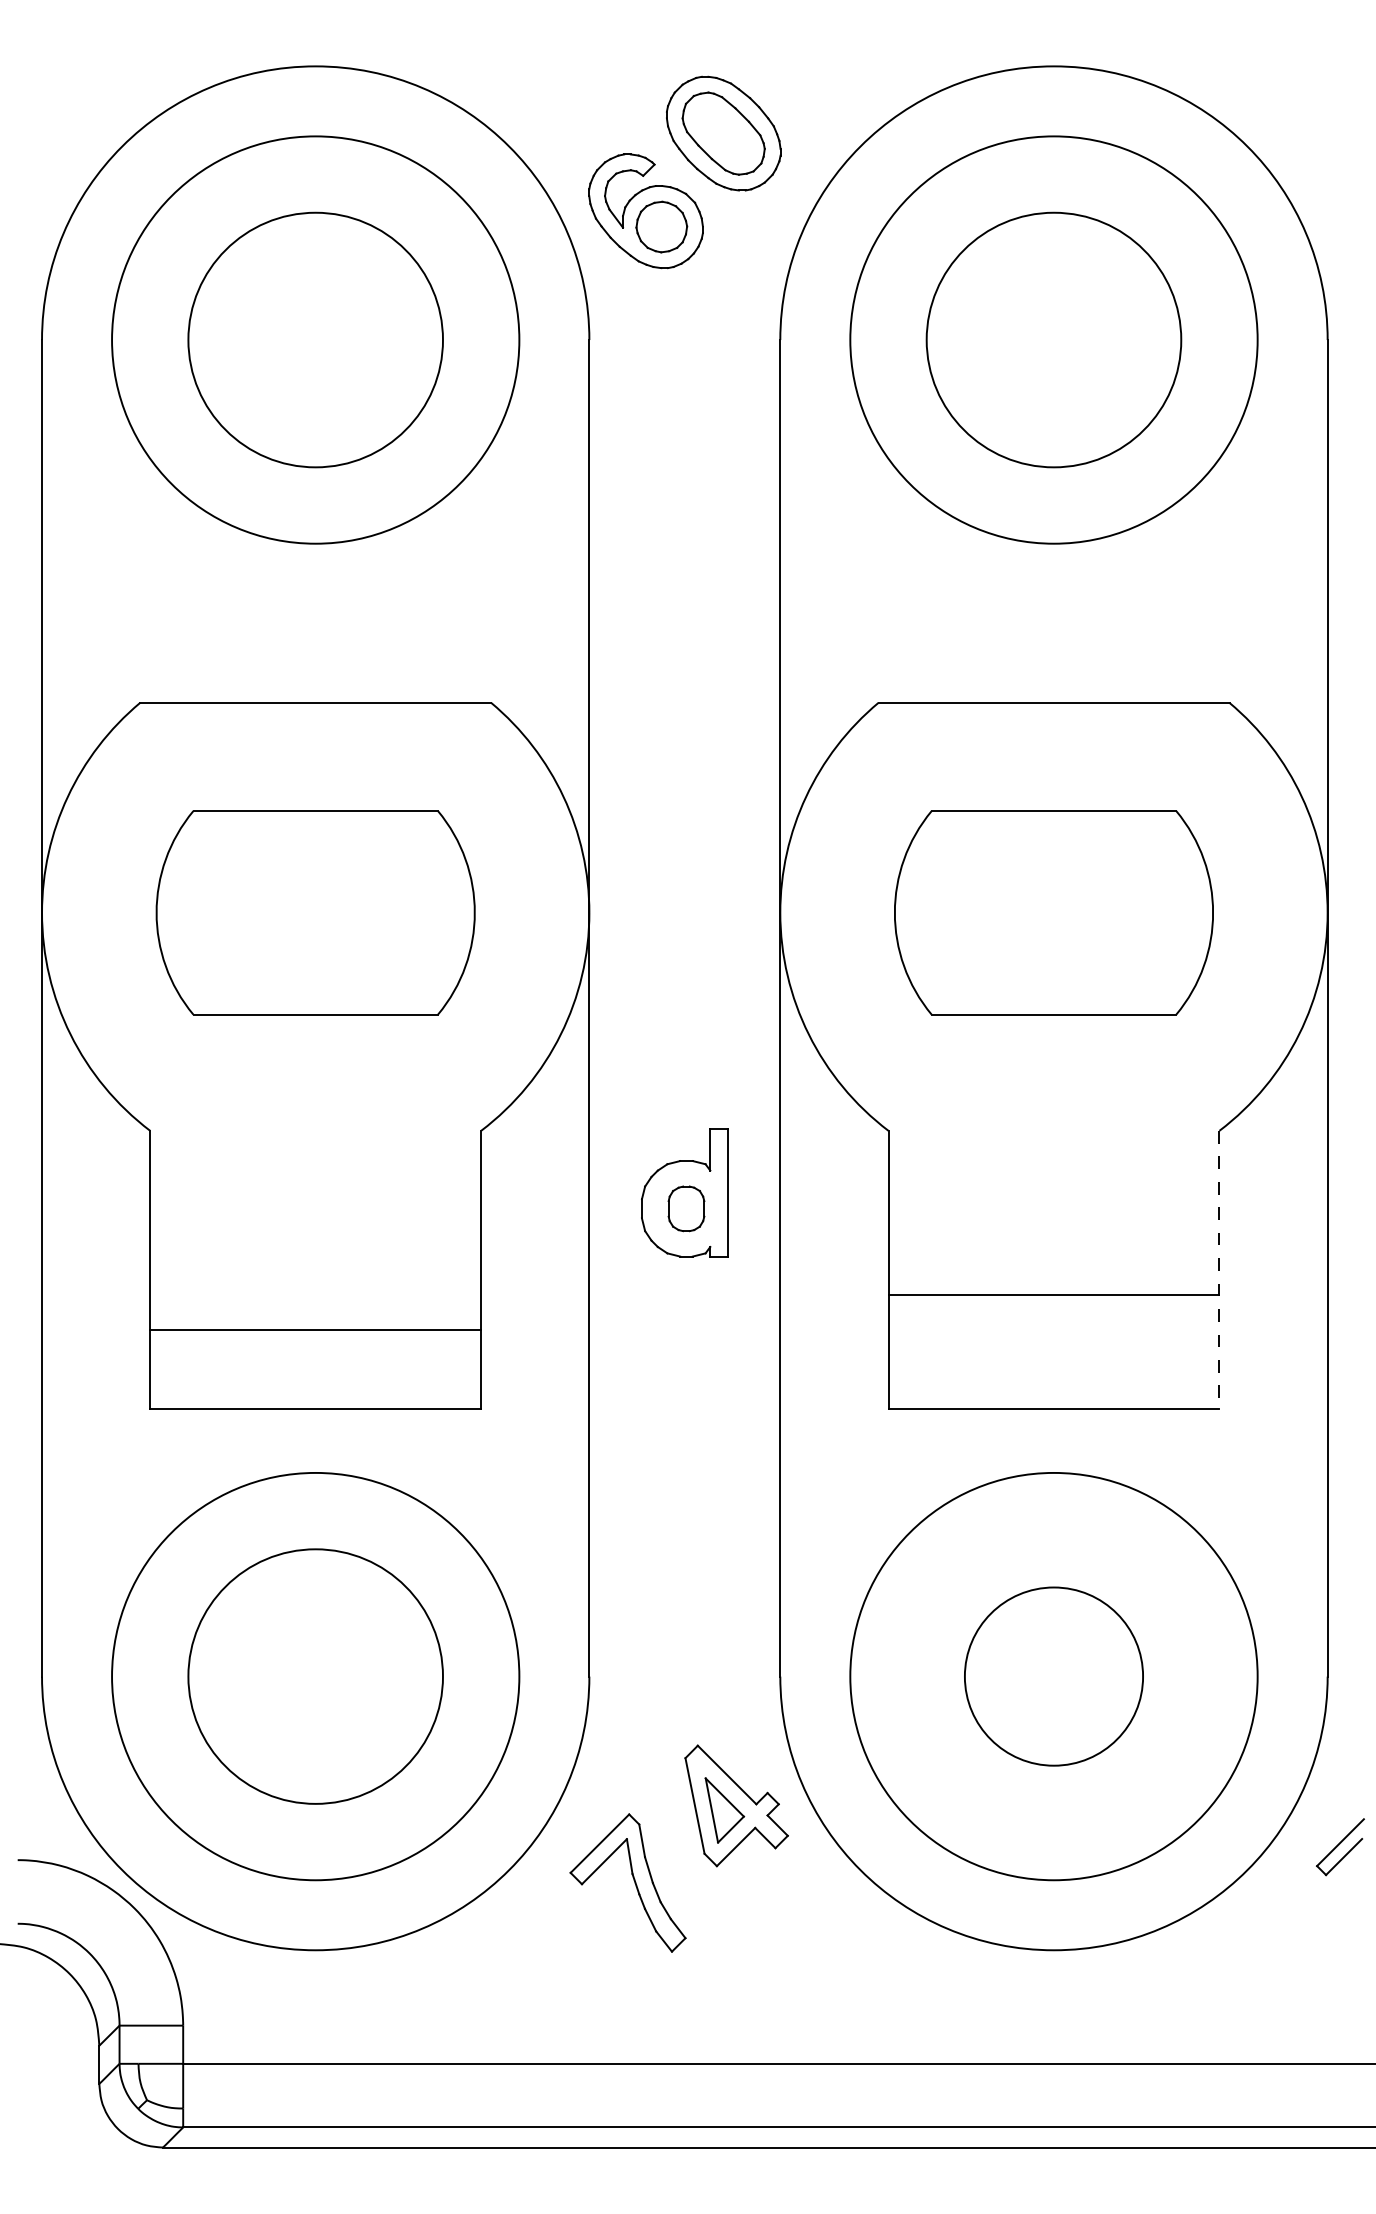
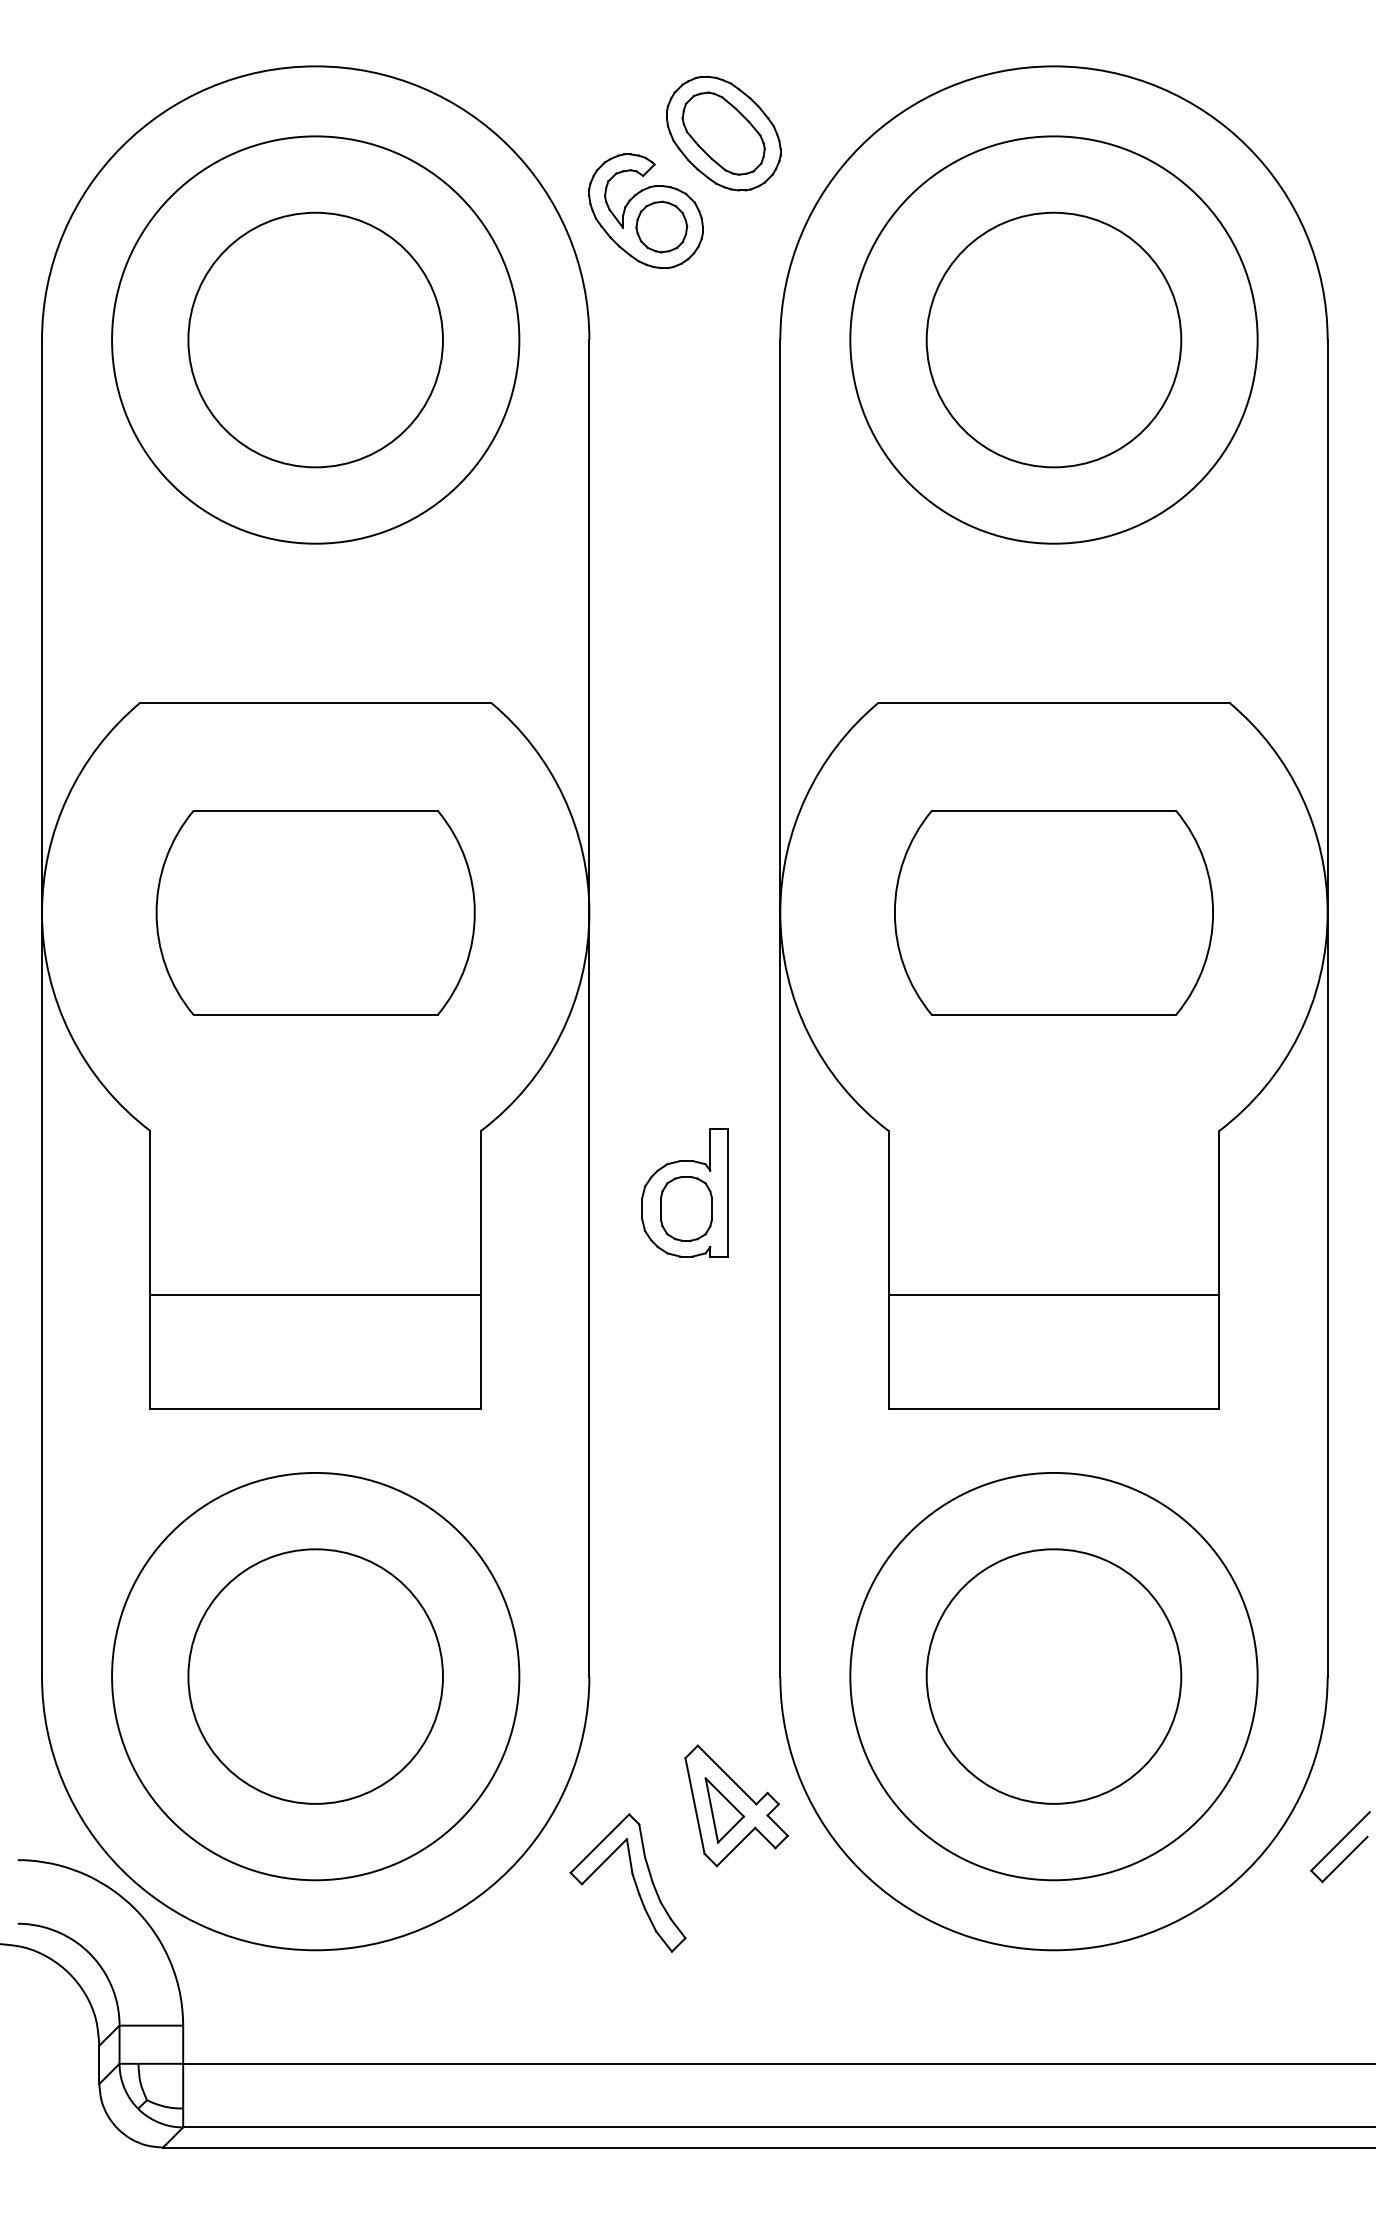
part at (686, 1208) size: 39x48 px -> 53x66 px
line at (1219, 1270): dashed -> solid
line at (315, 1329) position: (315, 1329) -> (315, 1294)
circle at (1053, 1676) diameter: 178 px -> 255 px
part at (1340, 1847) size: 49x59 px -> 61x73 px
